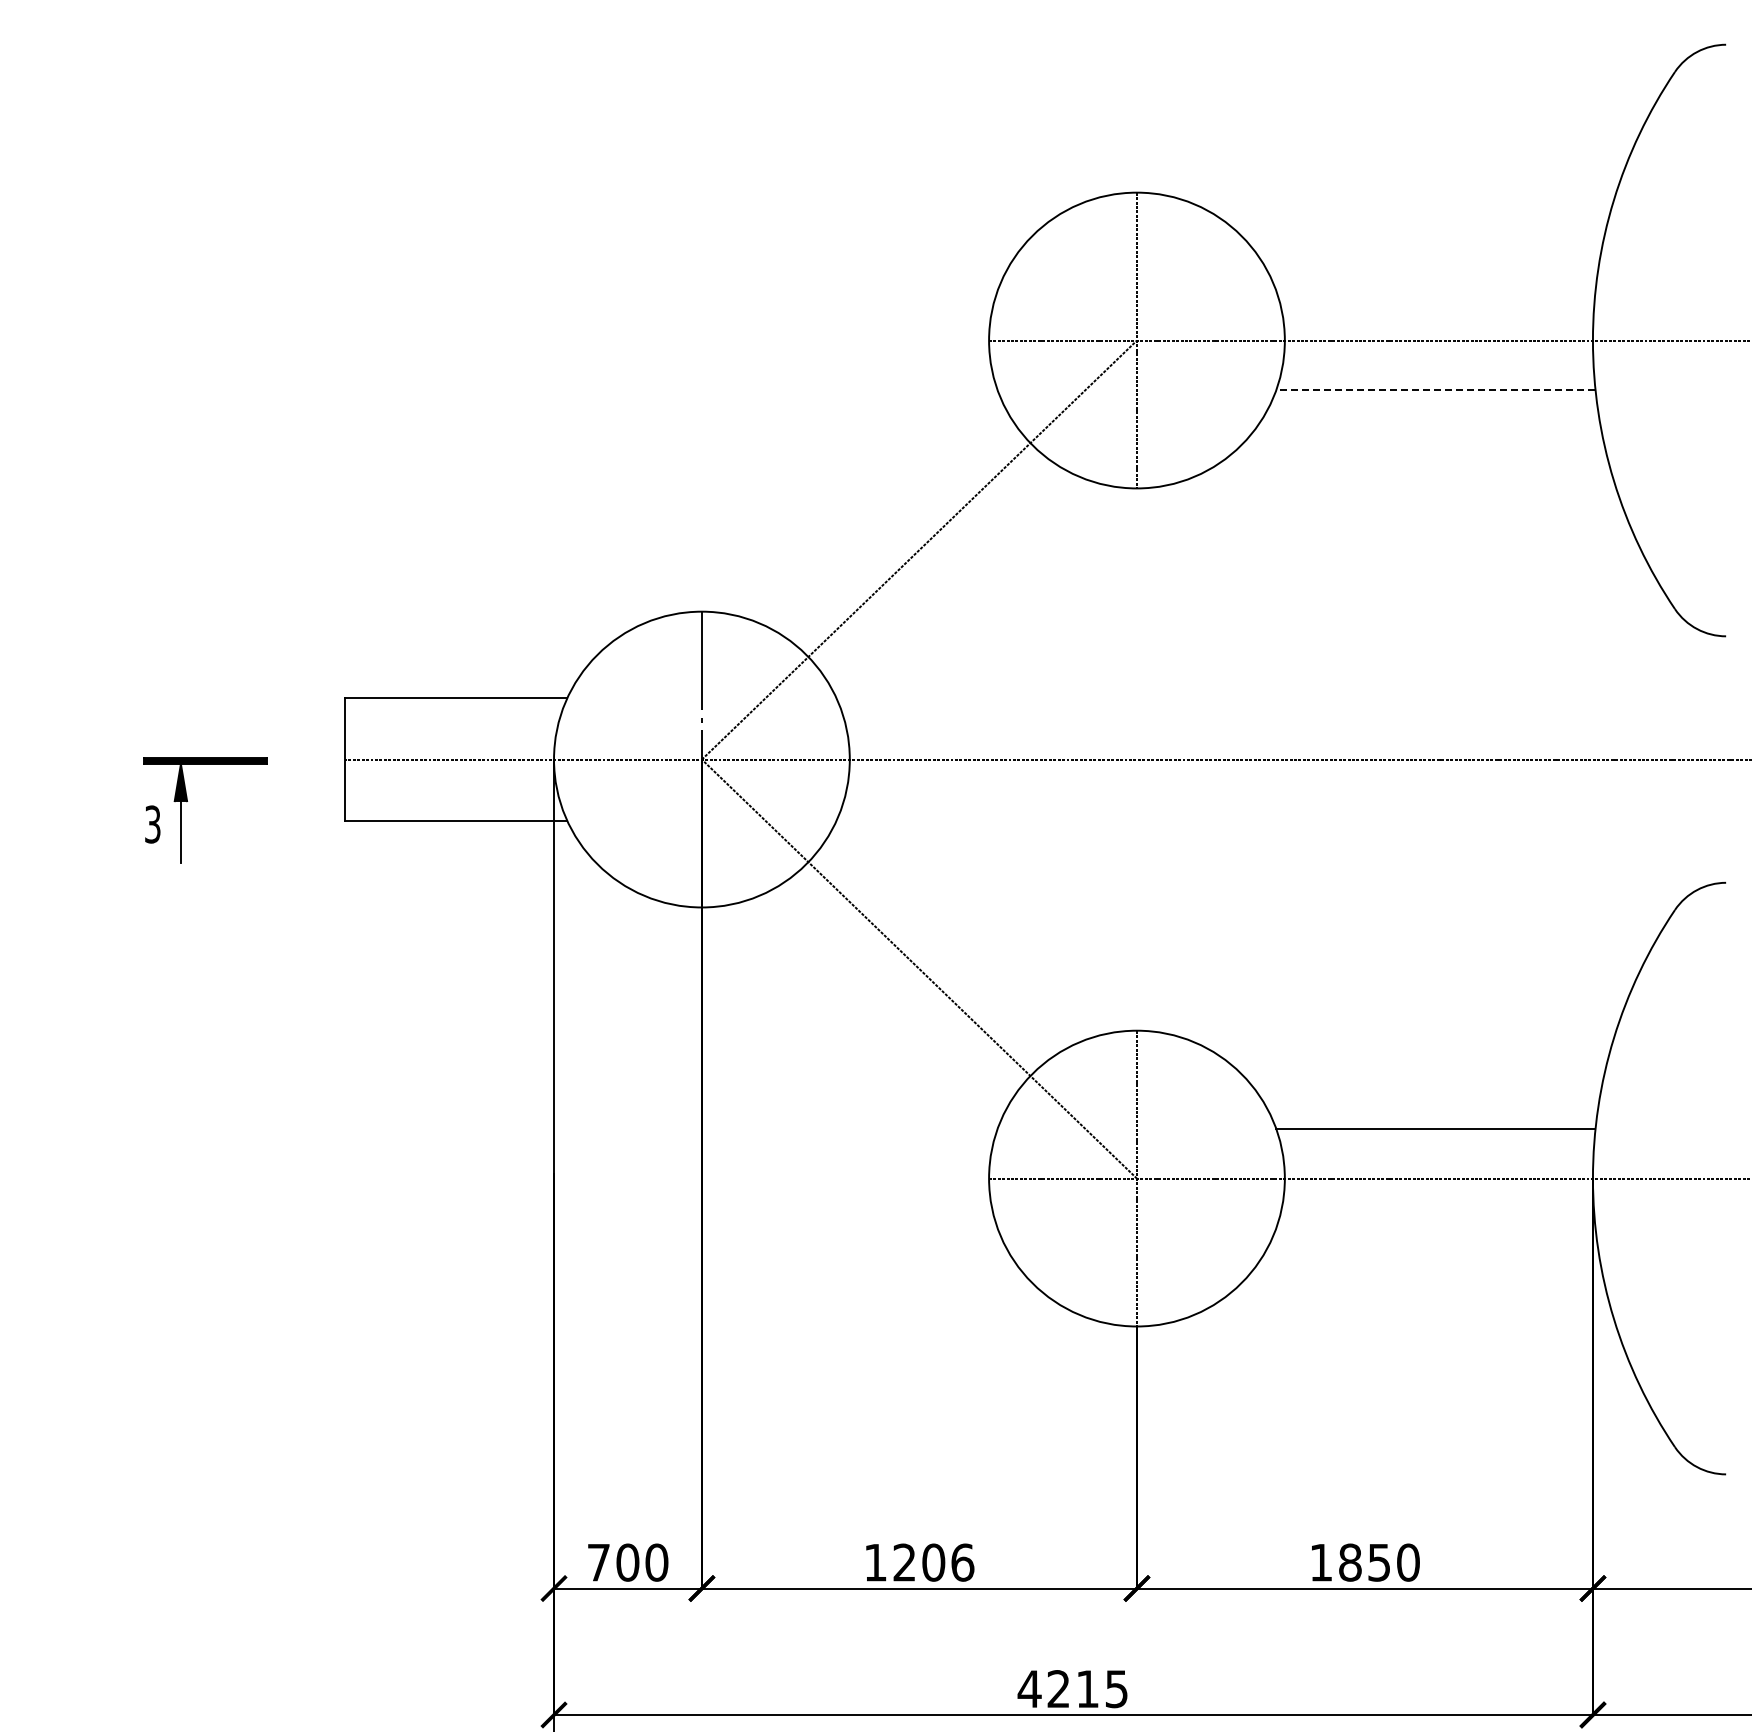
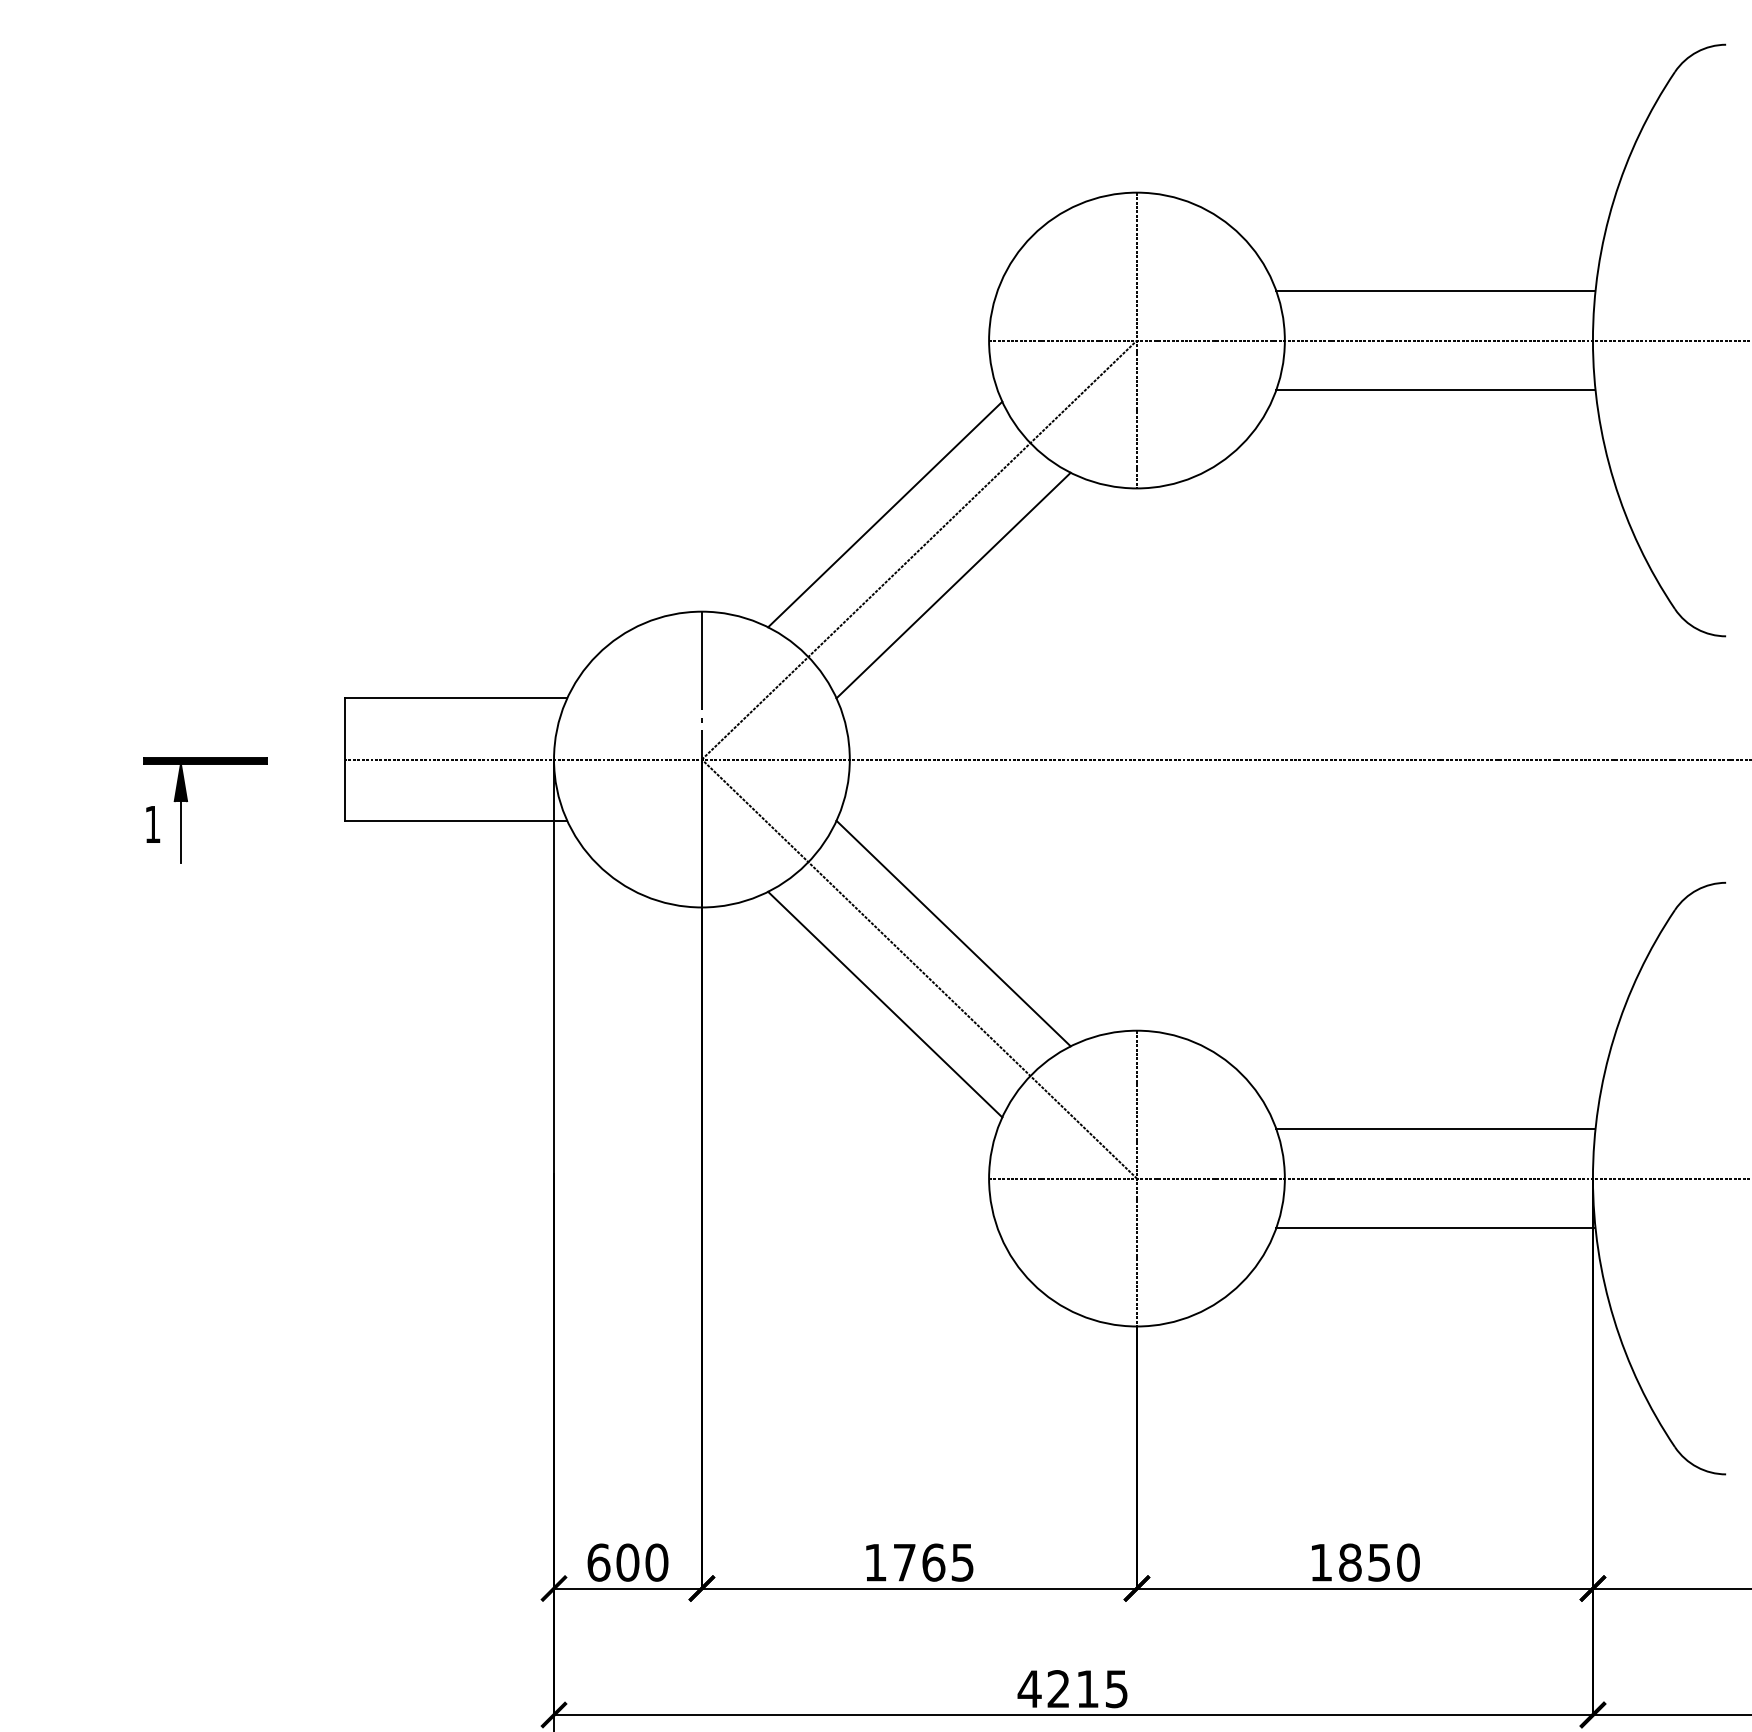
line at (1435, 291): none -> present
line at (1435, 389): dashed -> solid
line at (885, 514): none -> present
line at (953, 585): none -> present
text at (152, 824): 3 -> 1
line at (953, 933): none -> present
line at (885, 1004): none -> present
line at (1435, 1227): none -> present
text at (598, 1562): 700 -> 600
text at (933, 1562): 1206 -> 1765
